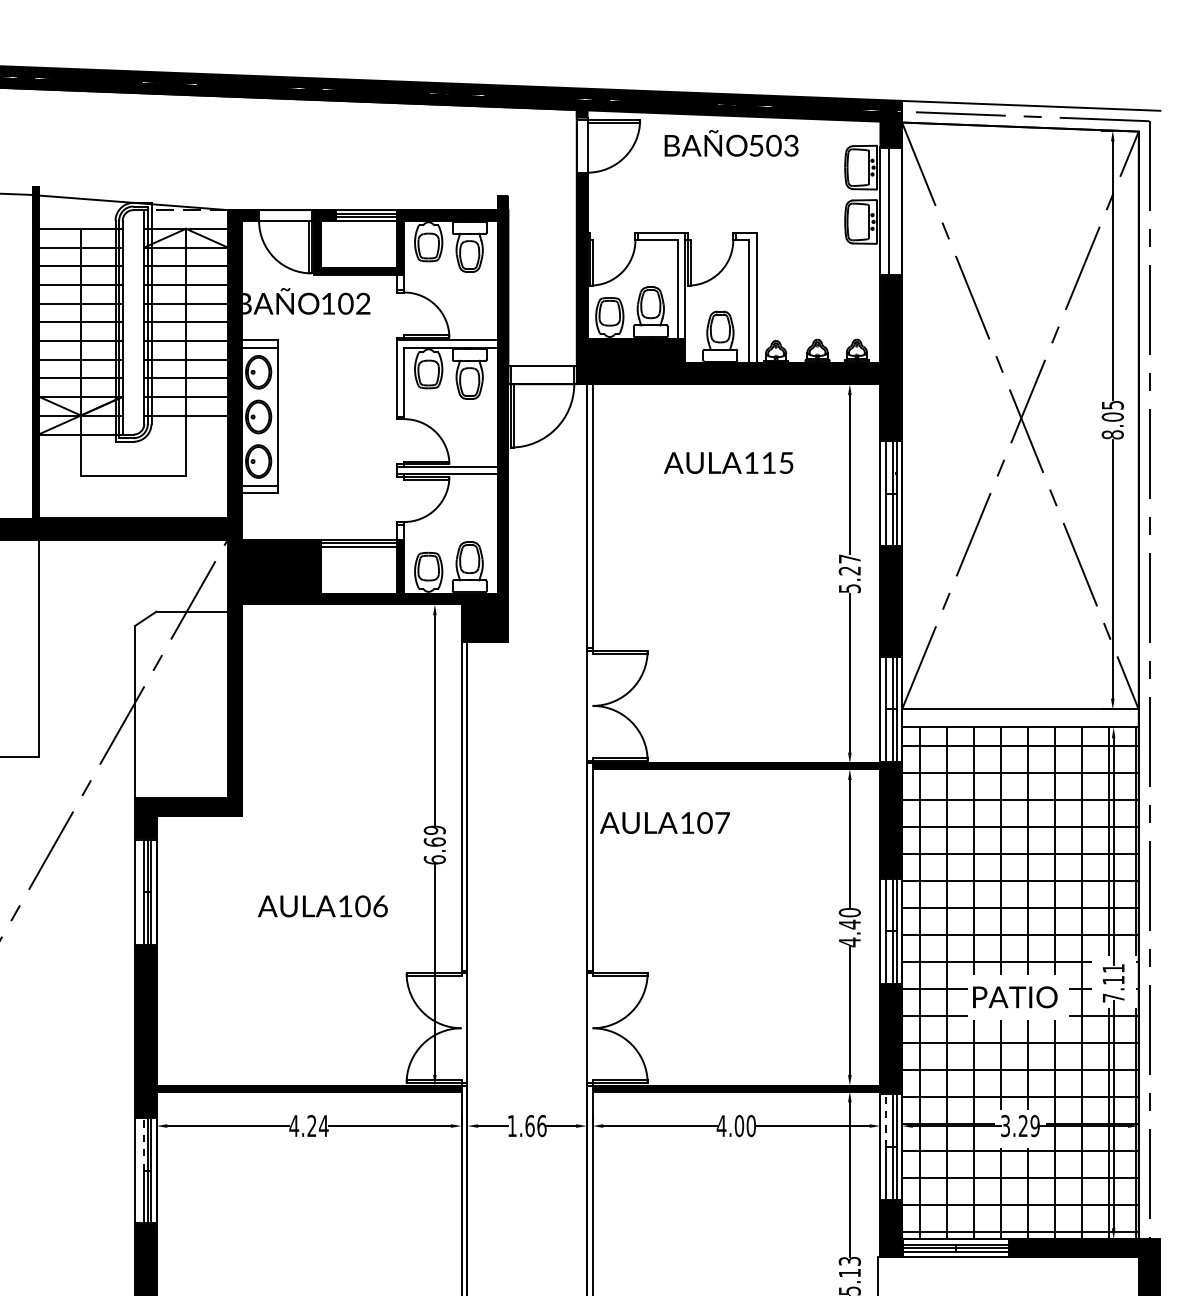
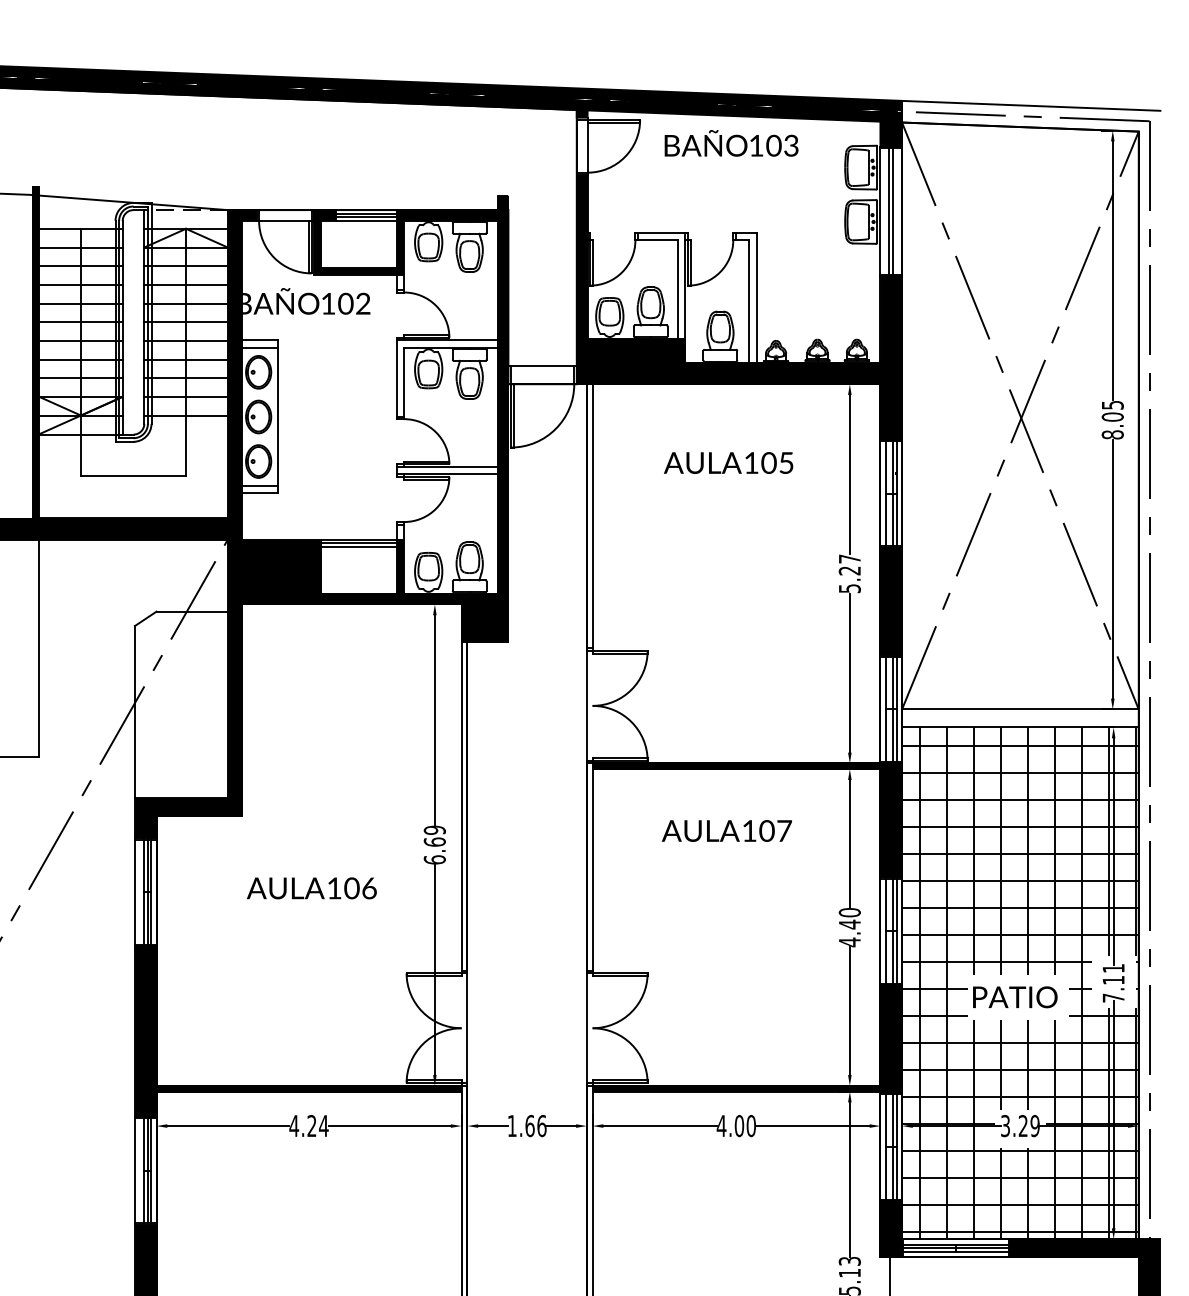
text at (756, 145): 503 -> 103
line at (893, 211): none -> present
text at (768, 462): 115 -> 105
text at (664, 822) position: (664, 822) -> (726, 830)
text at (322, 906) position: (322, 906) -> (311, 888)
line at (885, 1120): dashed -> solid
line at (143, 1143): dashed -> solid
line at (877, 1274) position: (877, 1274) -> (889, 1274)
